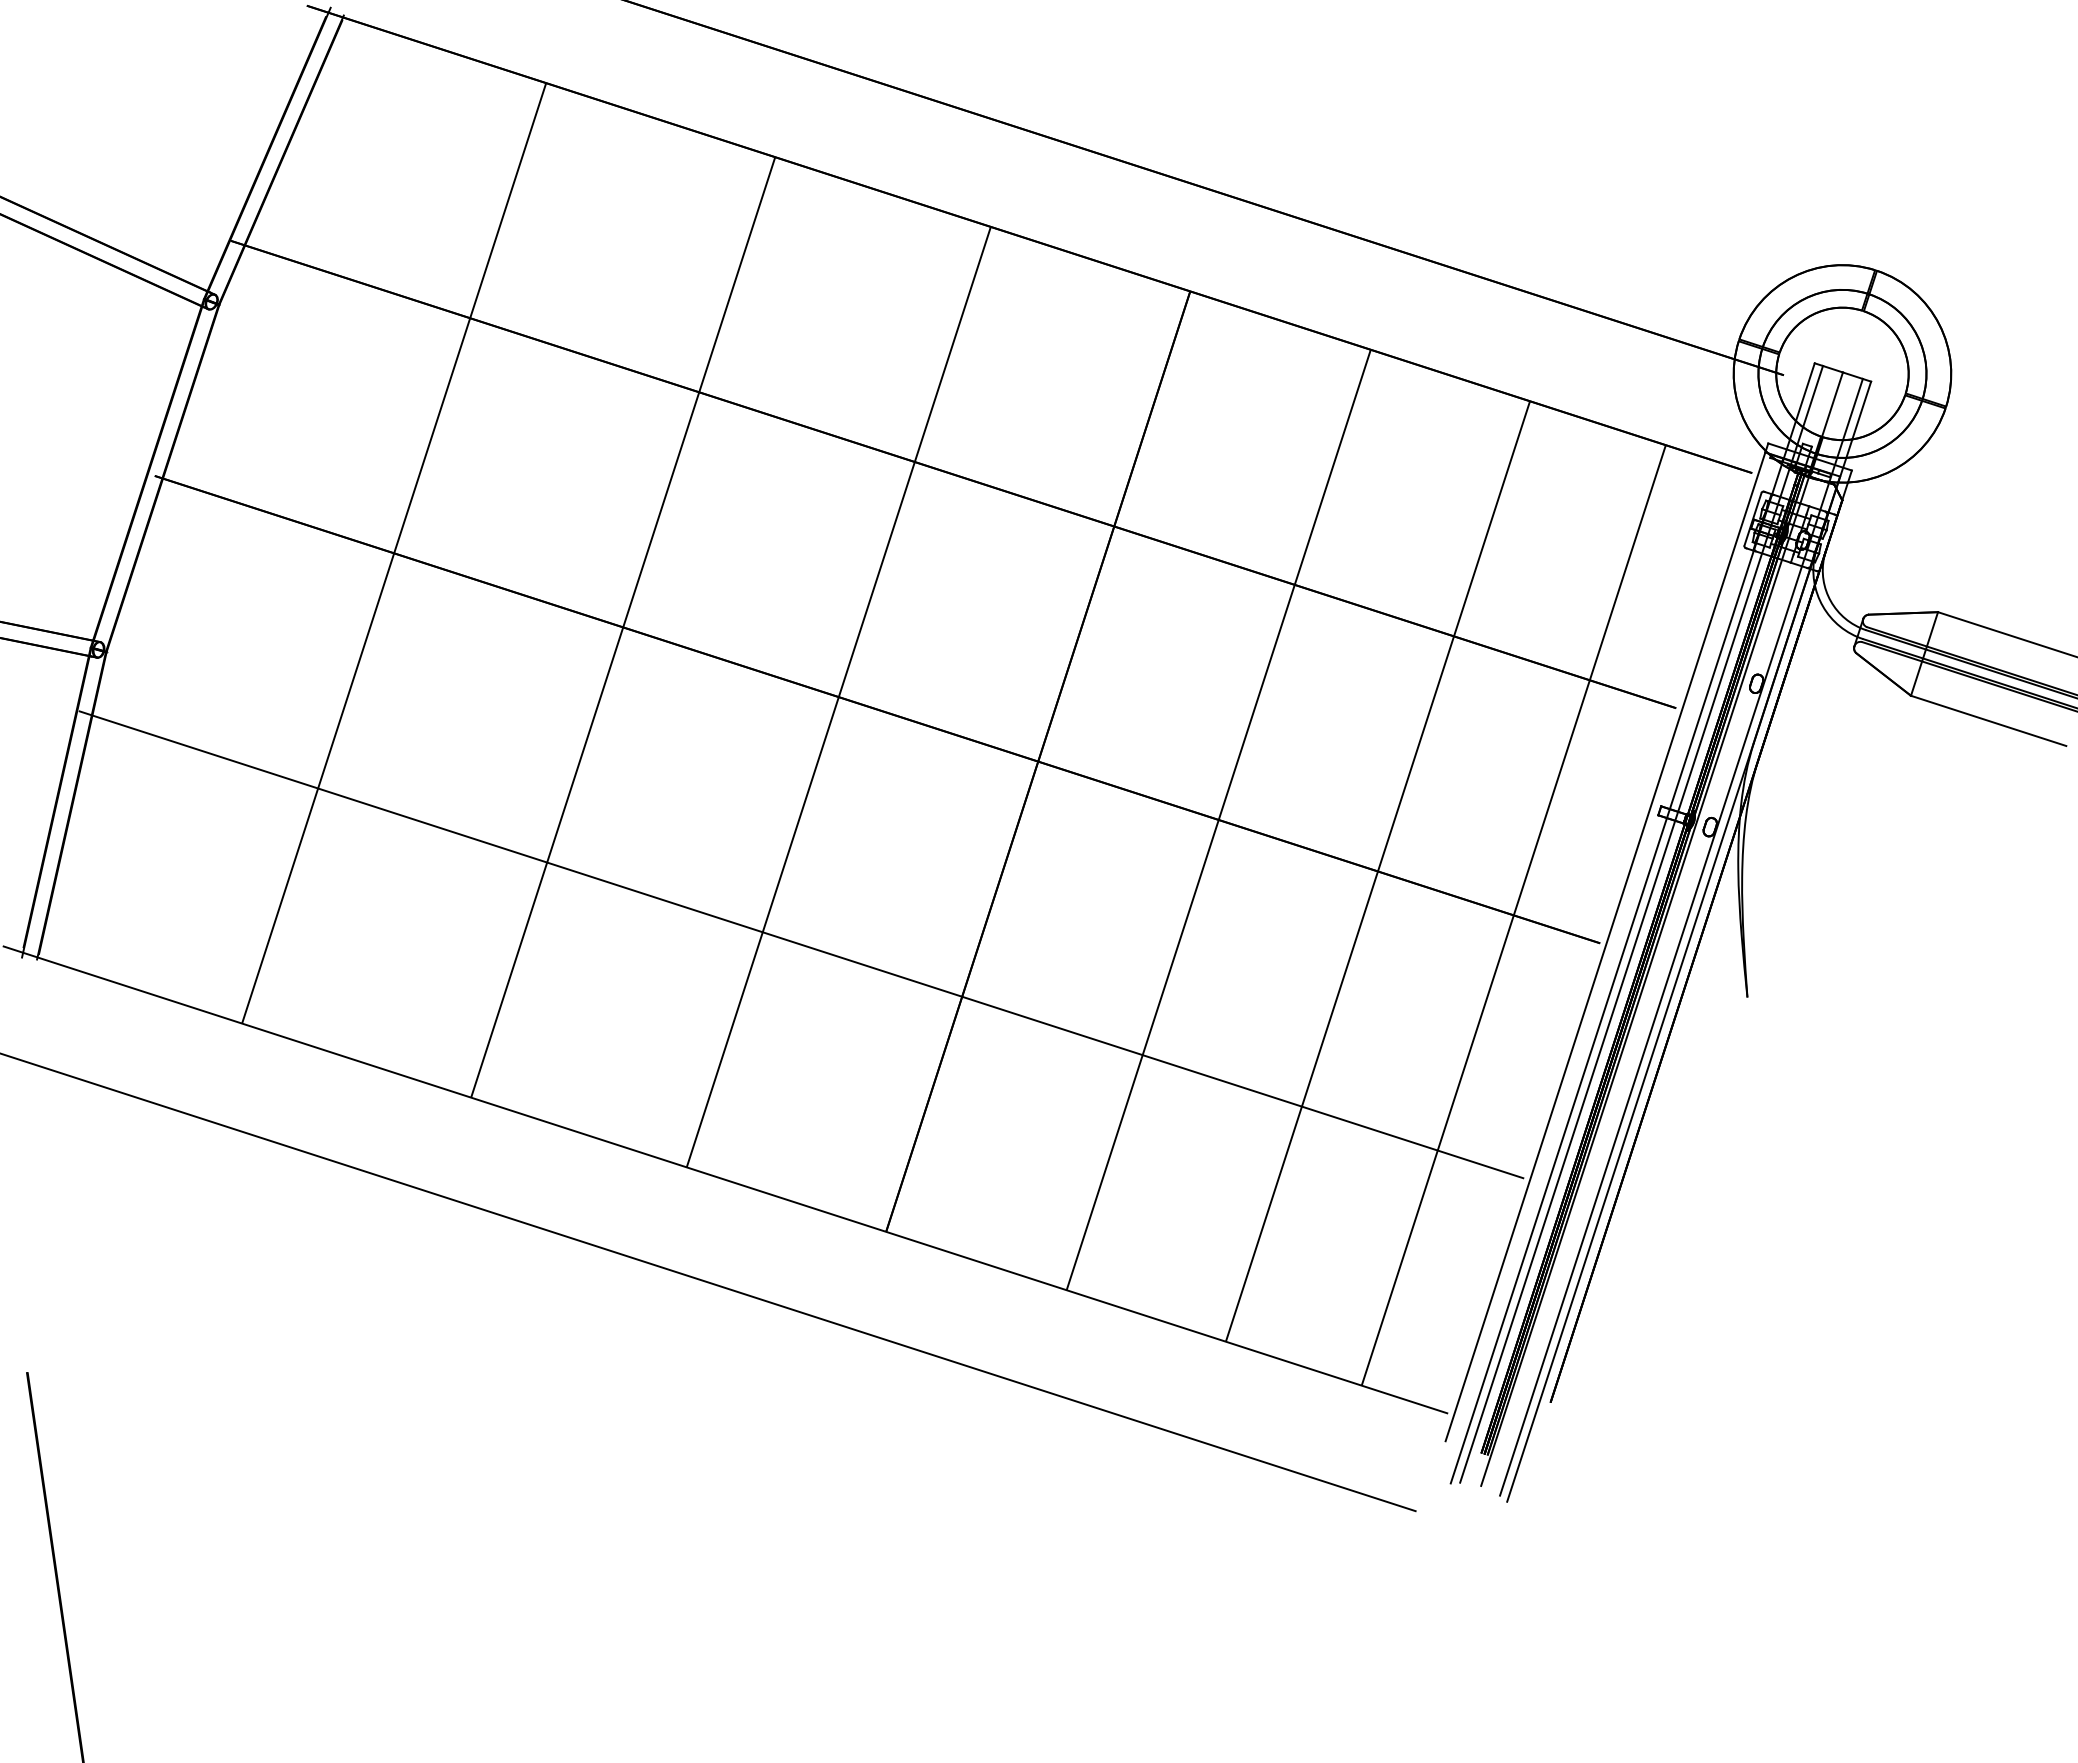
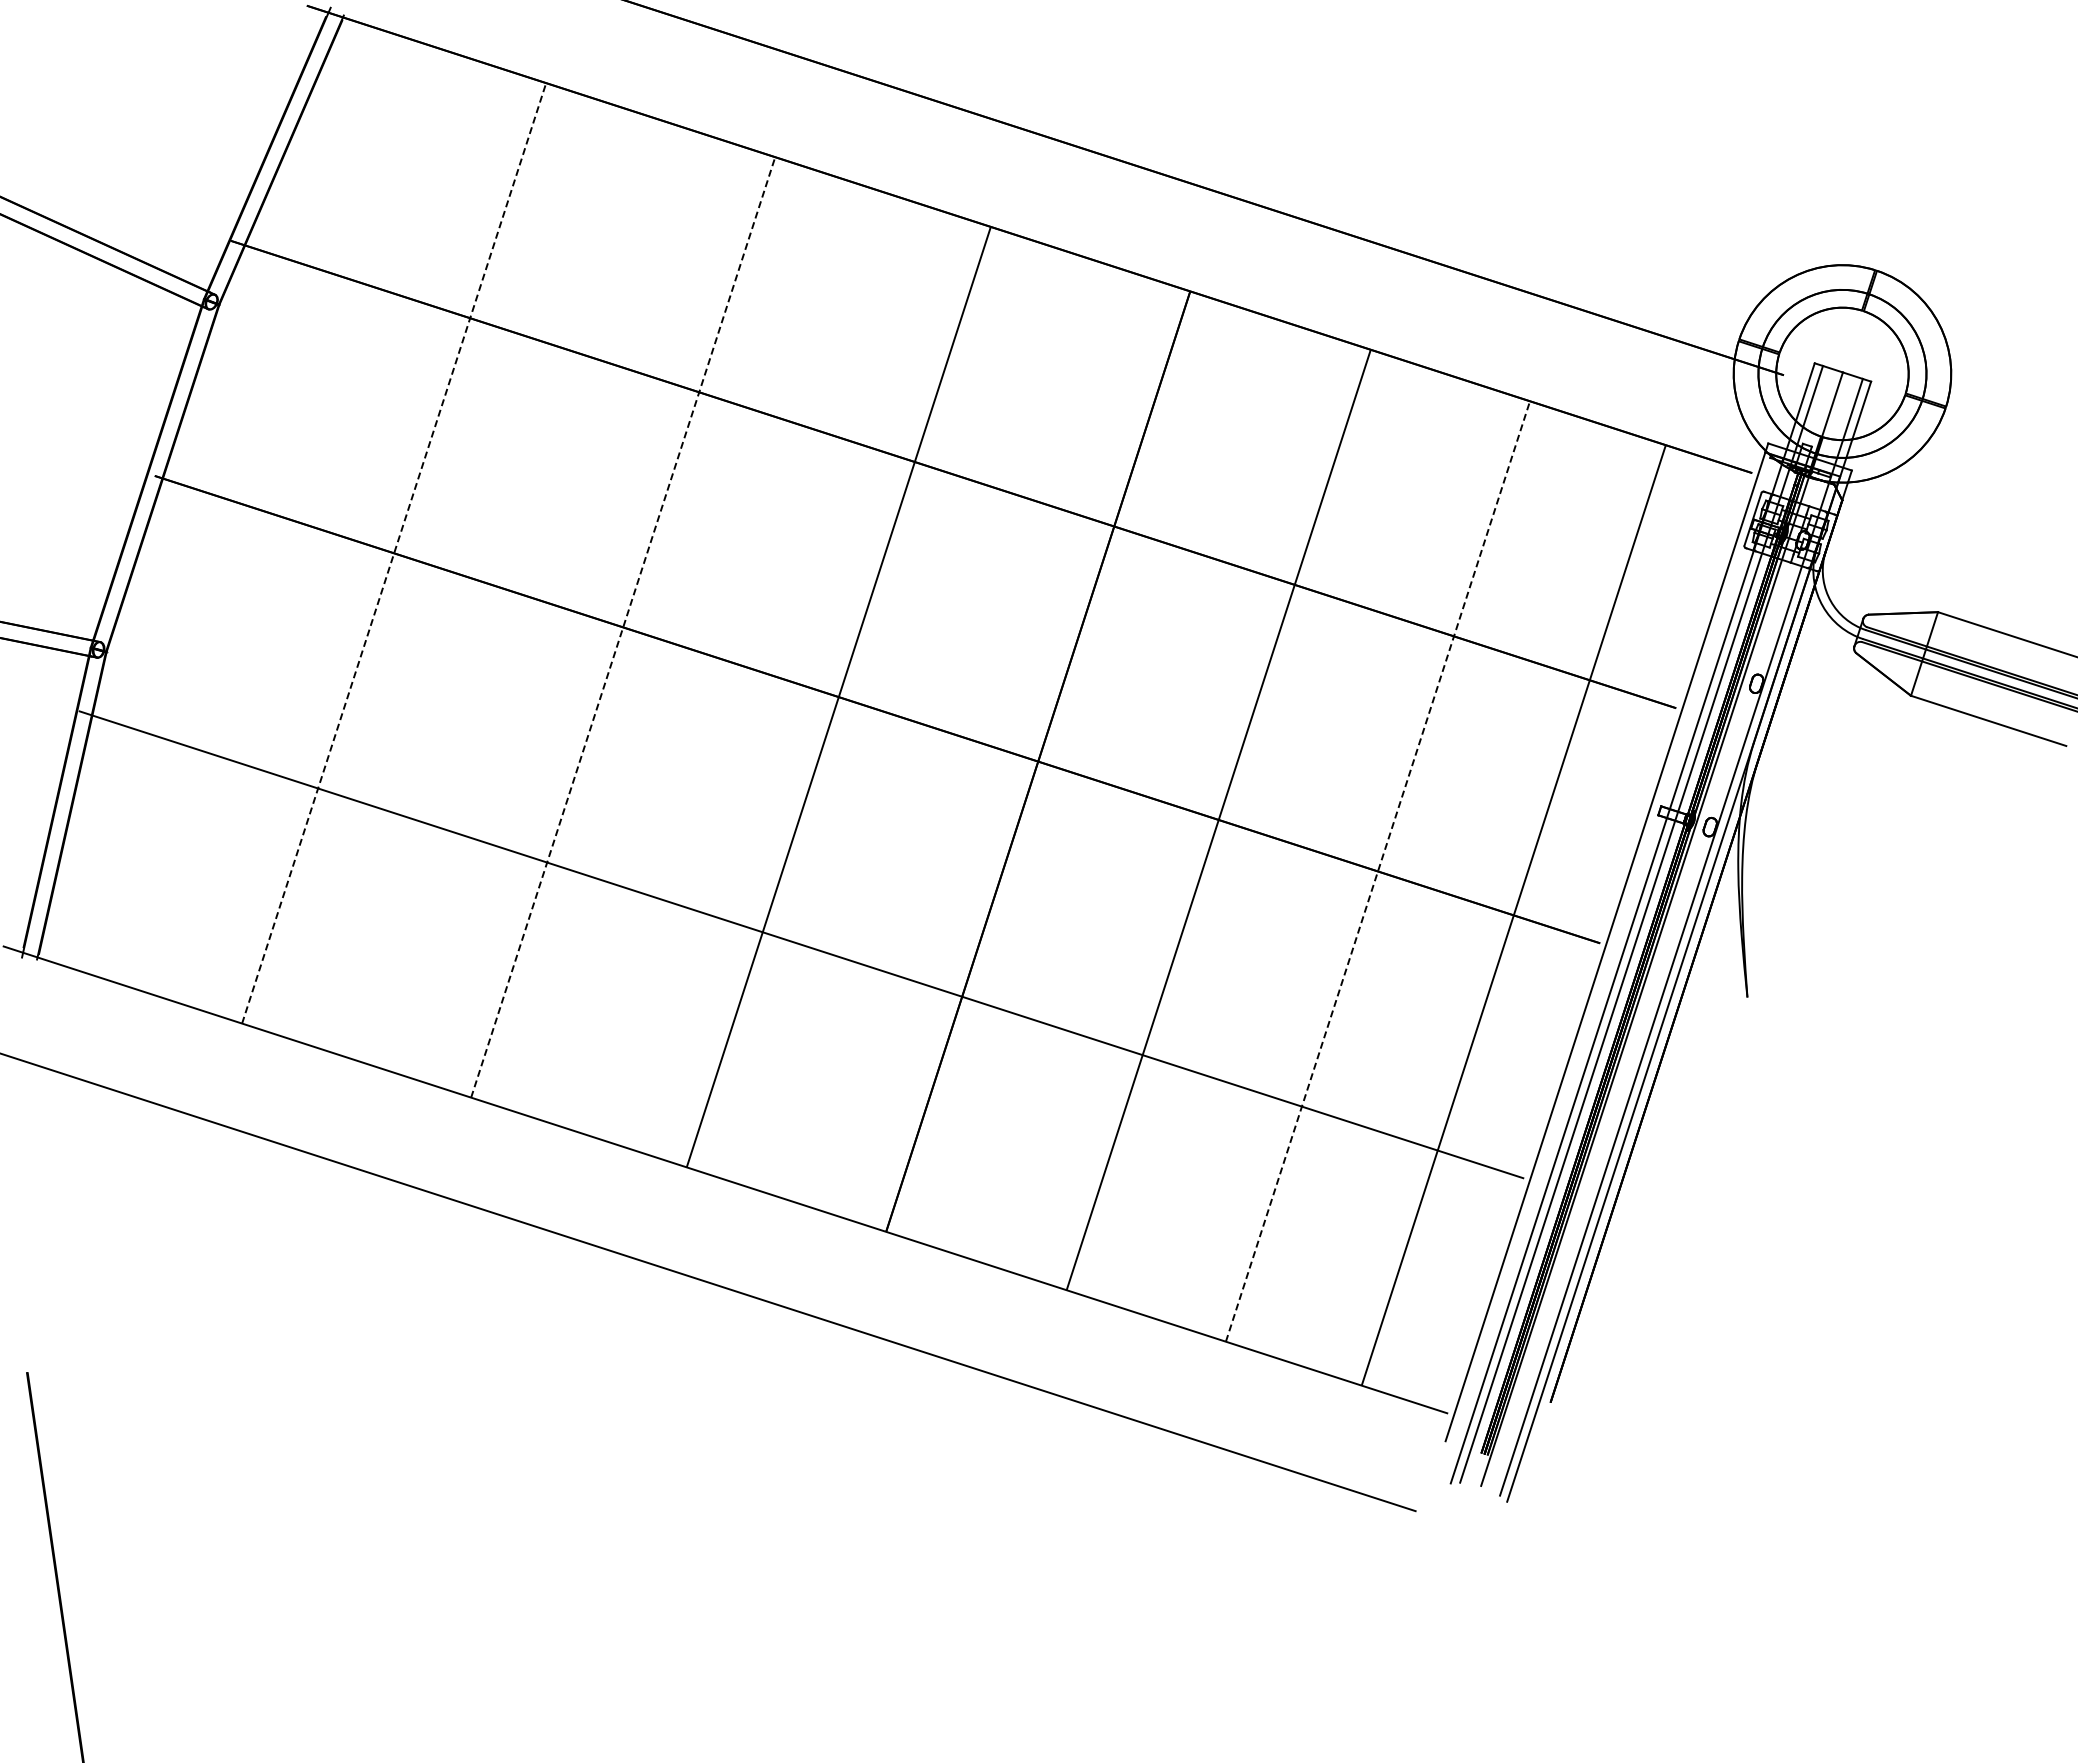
line at (394, 552): solid -> dashed
line at (623, 626): solid -> dashed
line at (1378, 871): solid -> dashed
